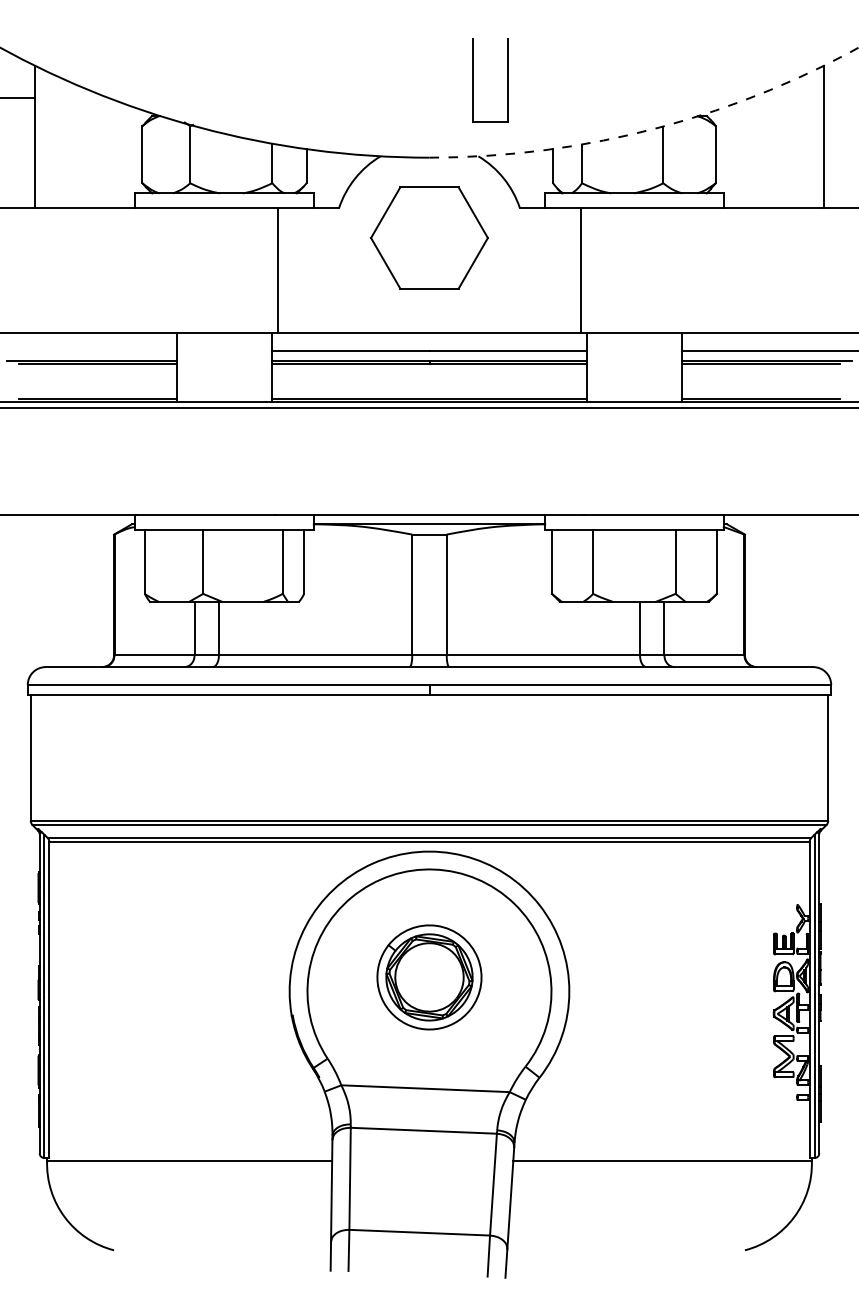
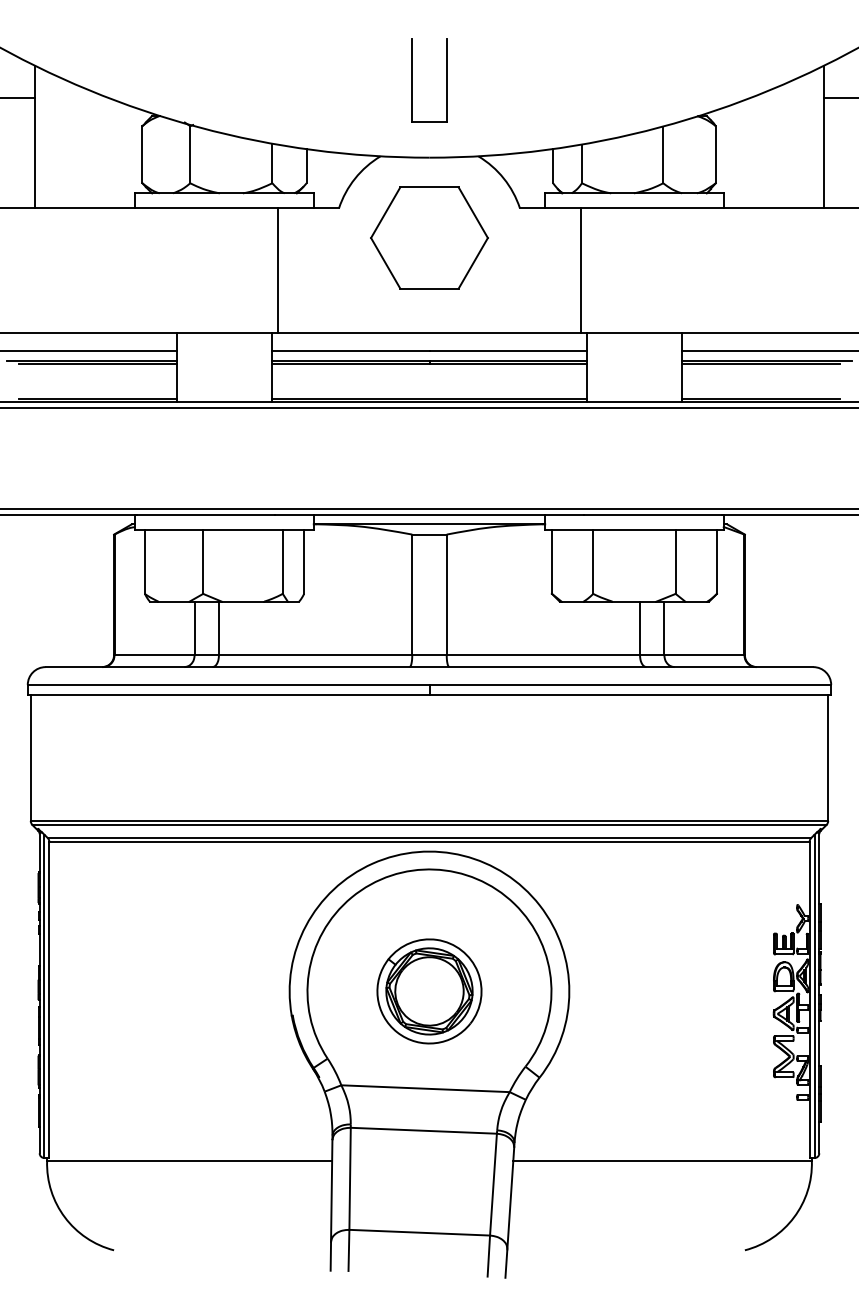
part at (473, 80) position: (473, 80) -> (412, 80)
line at (839, 98): none -> present
arc at (651, 129): dashed -> solid
line at (89, 351): none -> present
line at (428, 509): none -> present
part at (429, 977) position: (429, 977) -> (429, 991)
